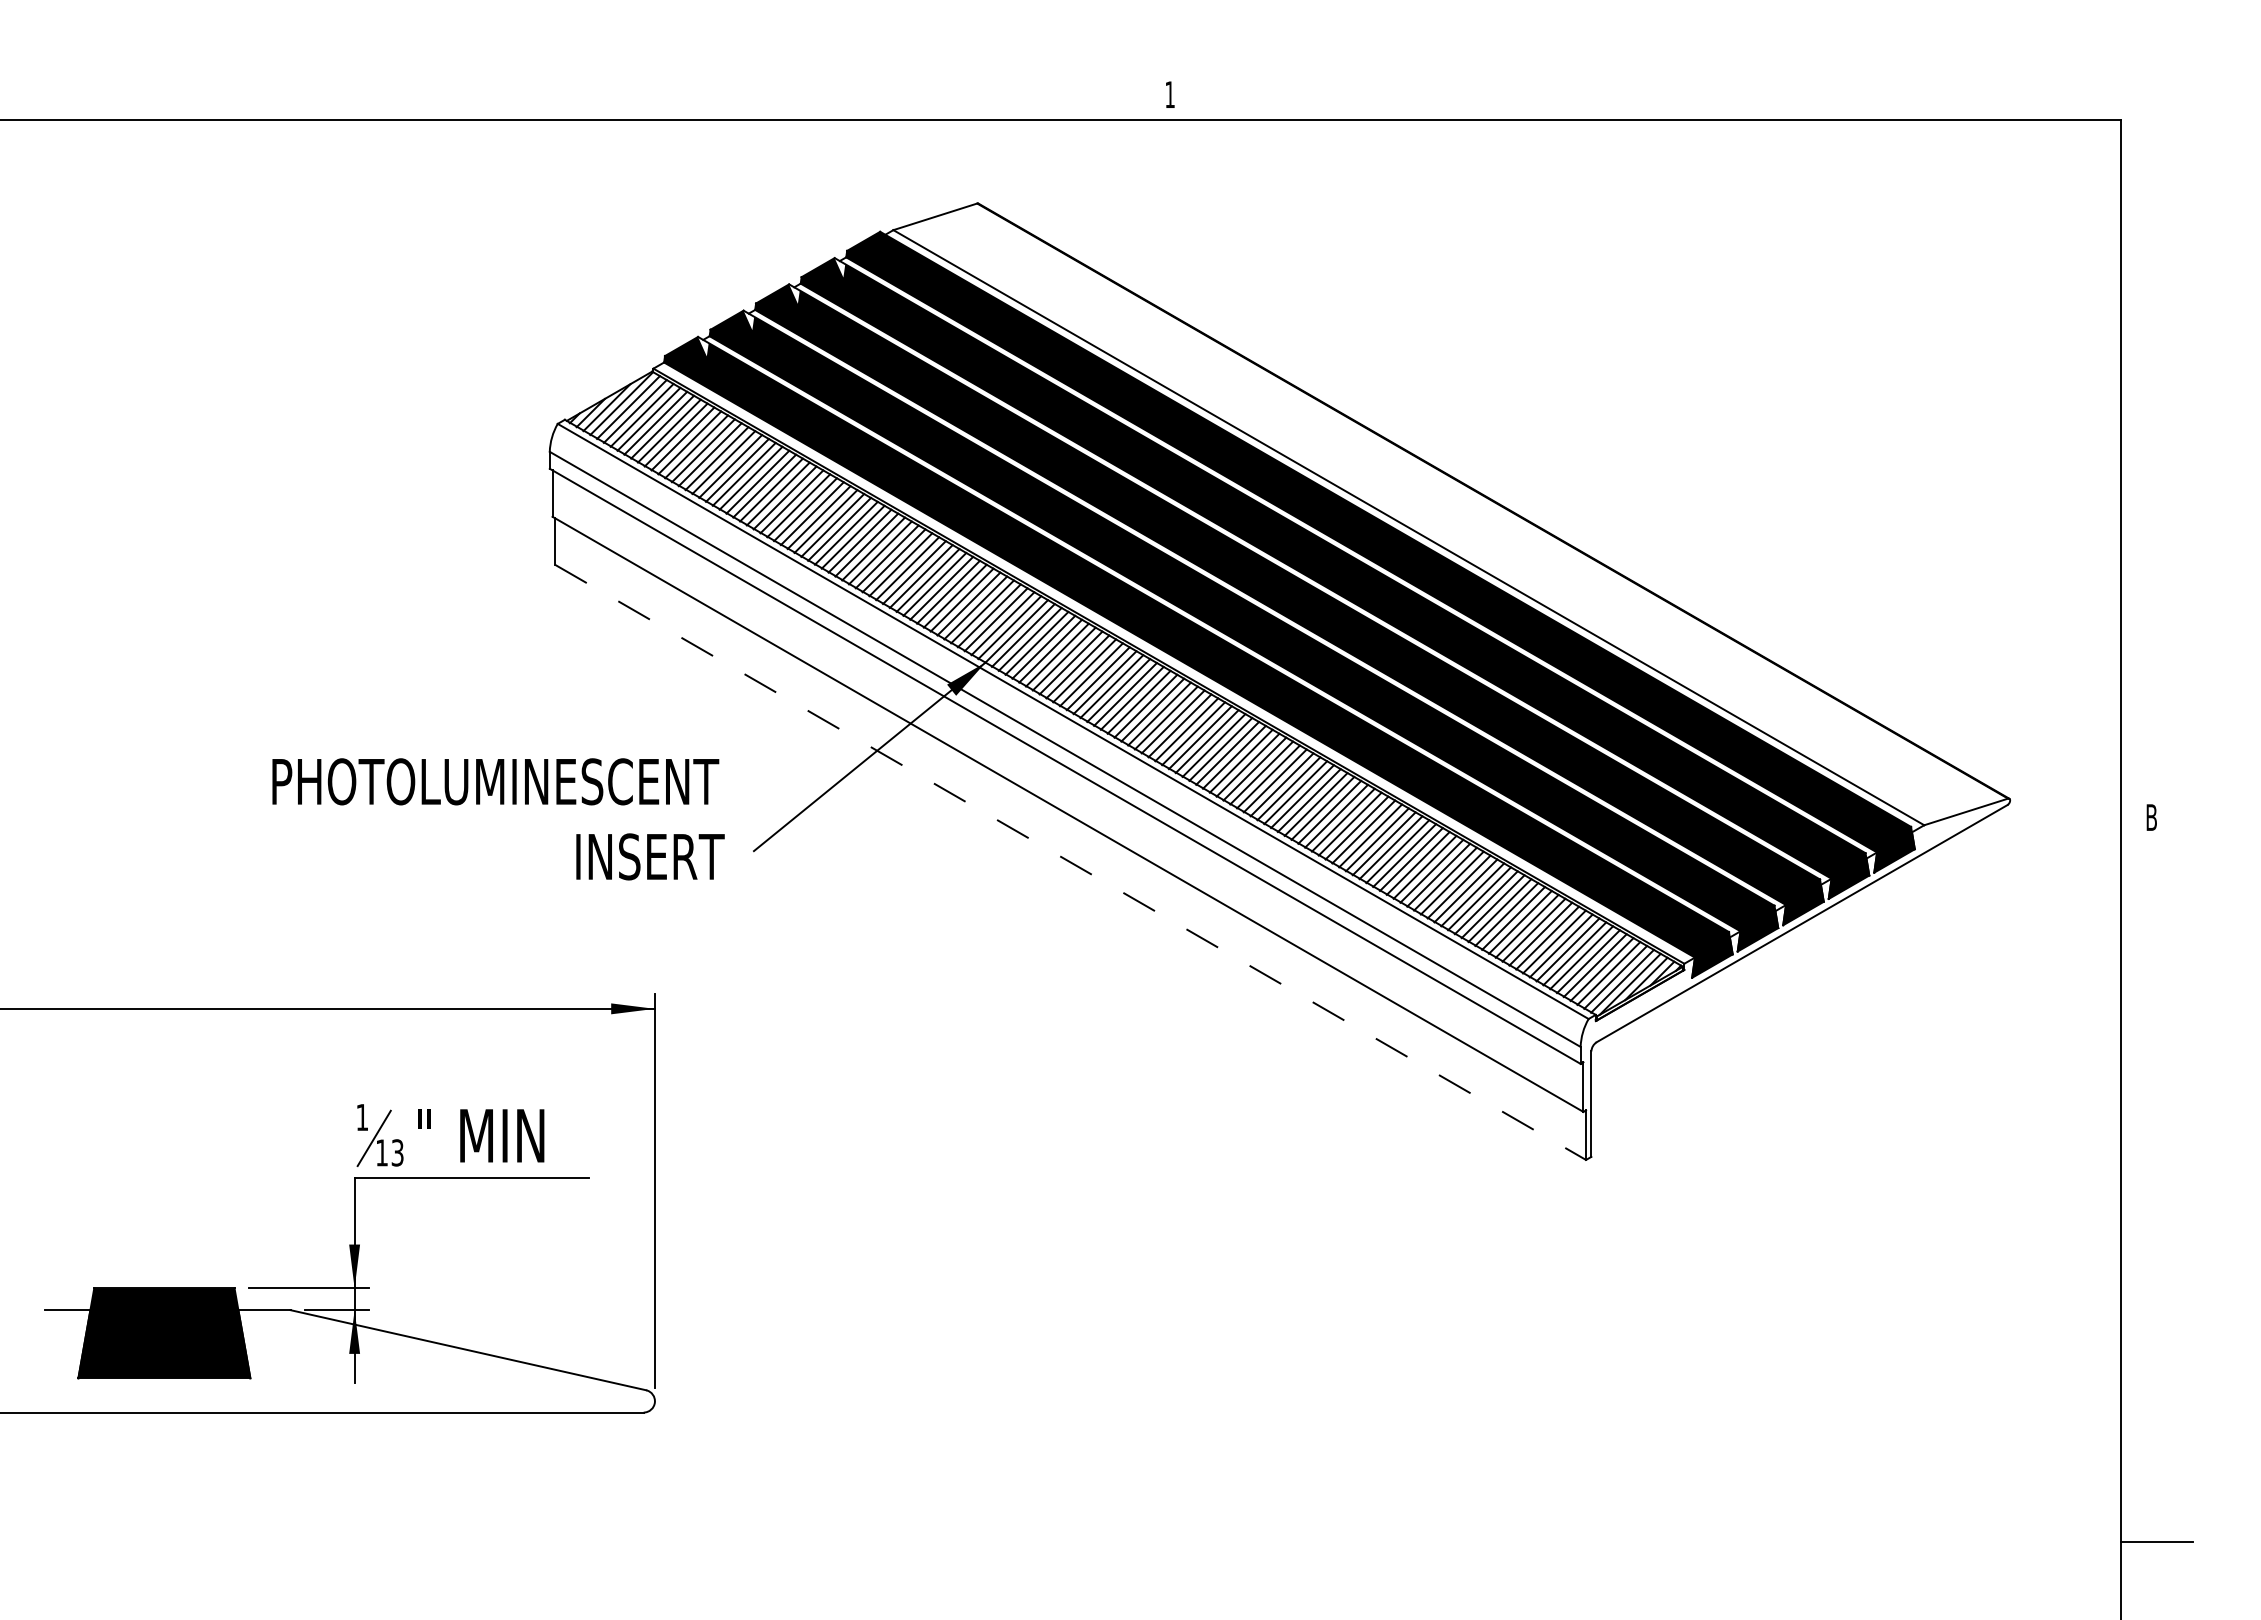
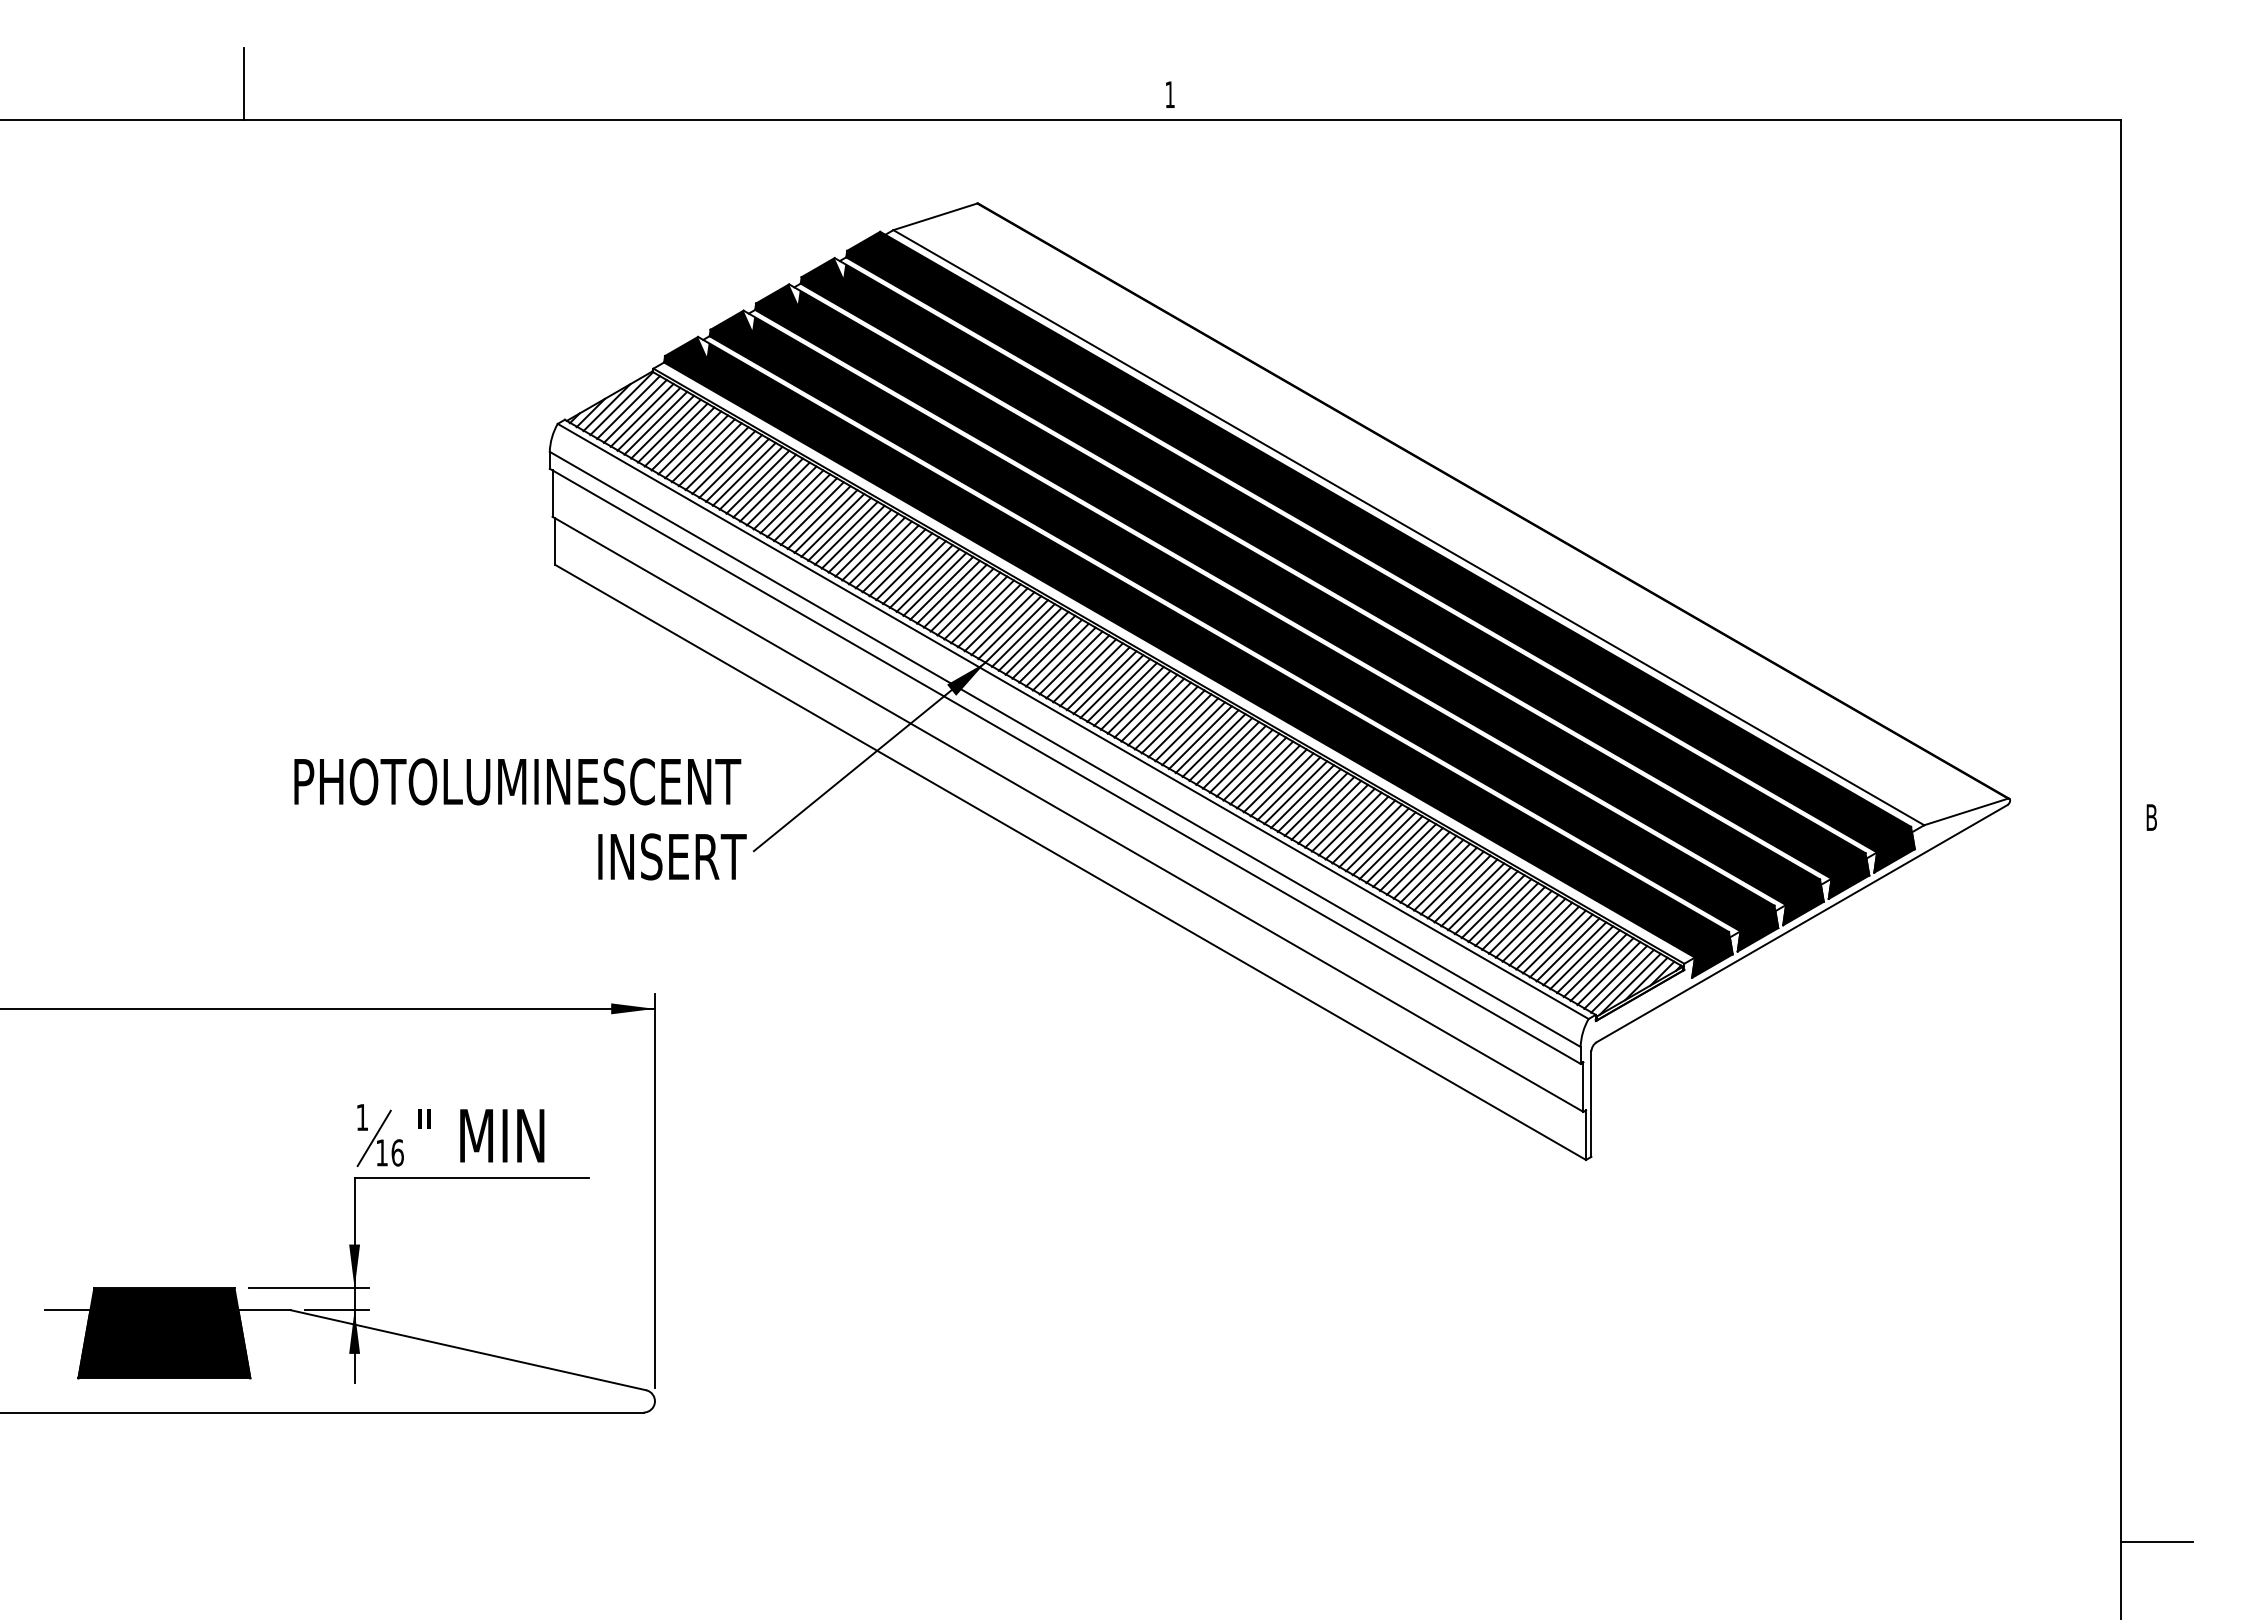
line at (244, 84): none -> present
text at (498, 819) position: (498, 819) -> (520, 819)
line at (1071, 862): dashed -> solid
text at (397, 1152): 13 -> 16
